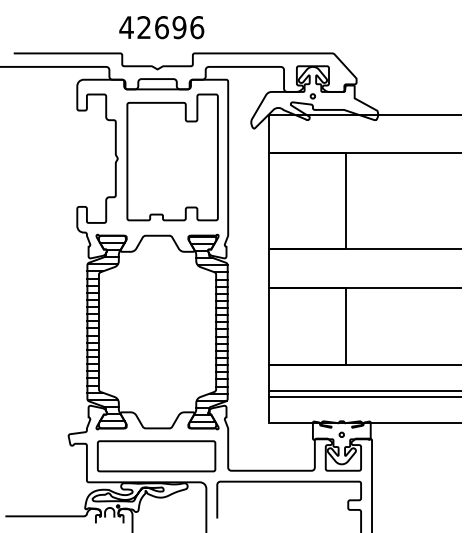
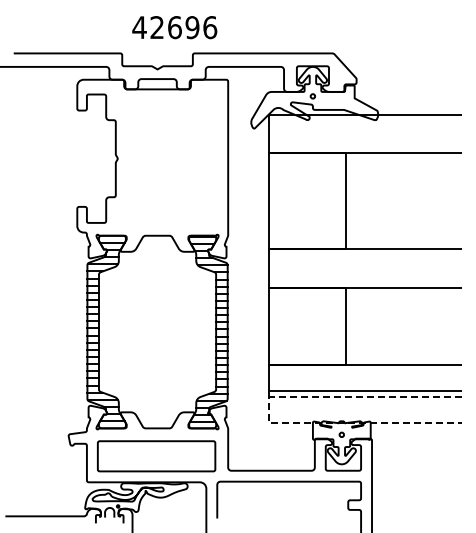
text at (161, 27) position: (161, 27) -> (174, 27)
part at (172, 157): present -> none
line at (269, 409): solid -> dashed
